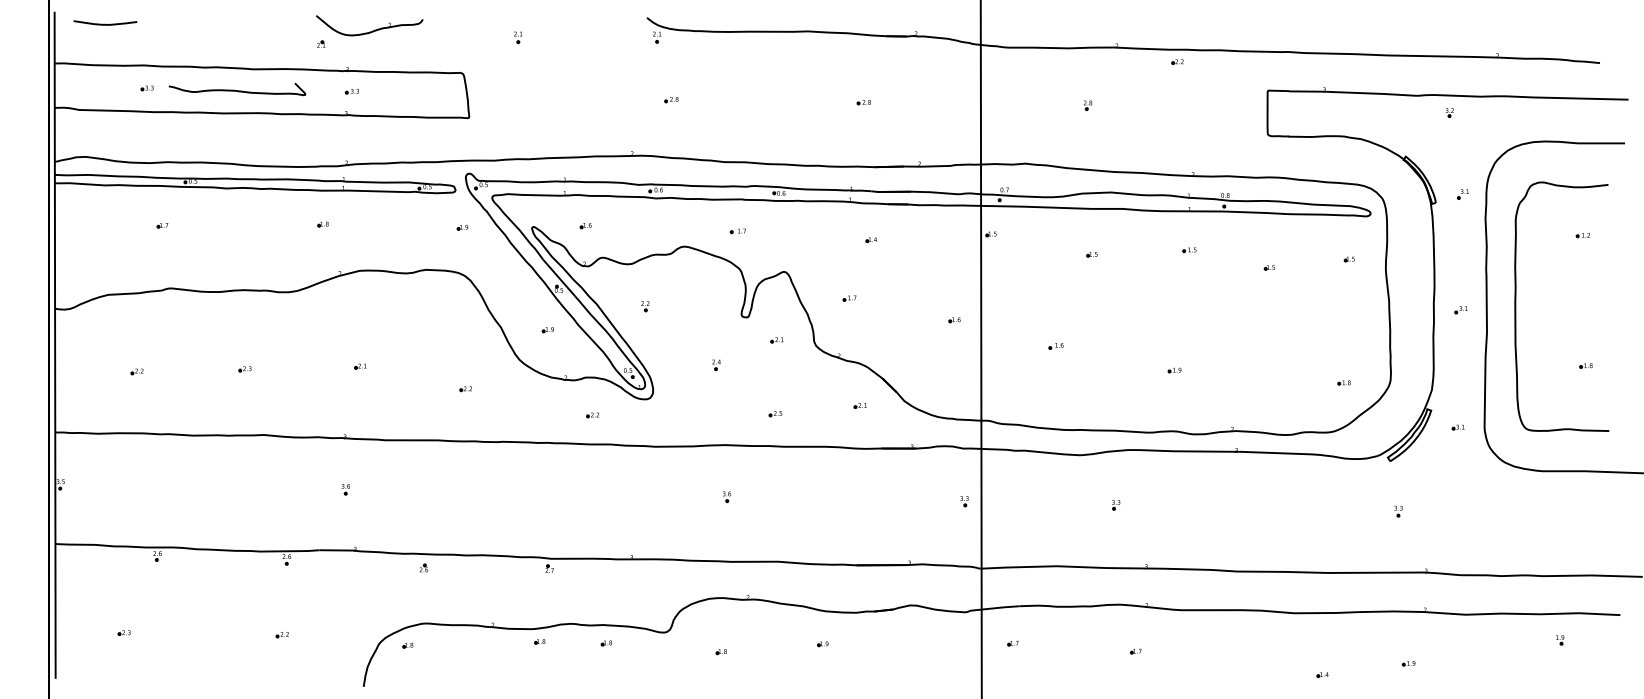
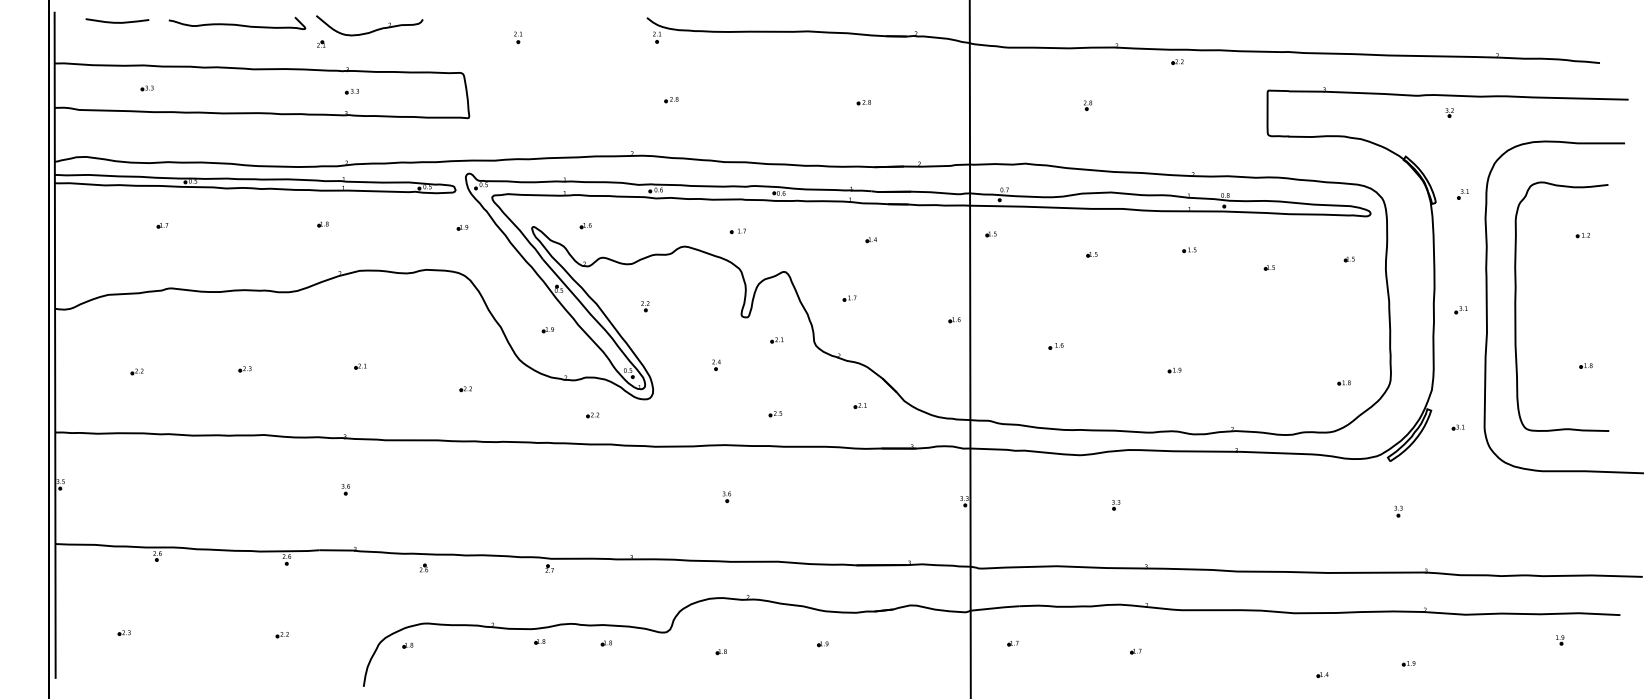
curve at (105, 23) position: (105, 23) -> (117, 21)
curve at (237, 90) position: (237, 90) -> (237, 24)
line at (980, 348) position: (980, 348) -> (969, 348)
